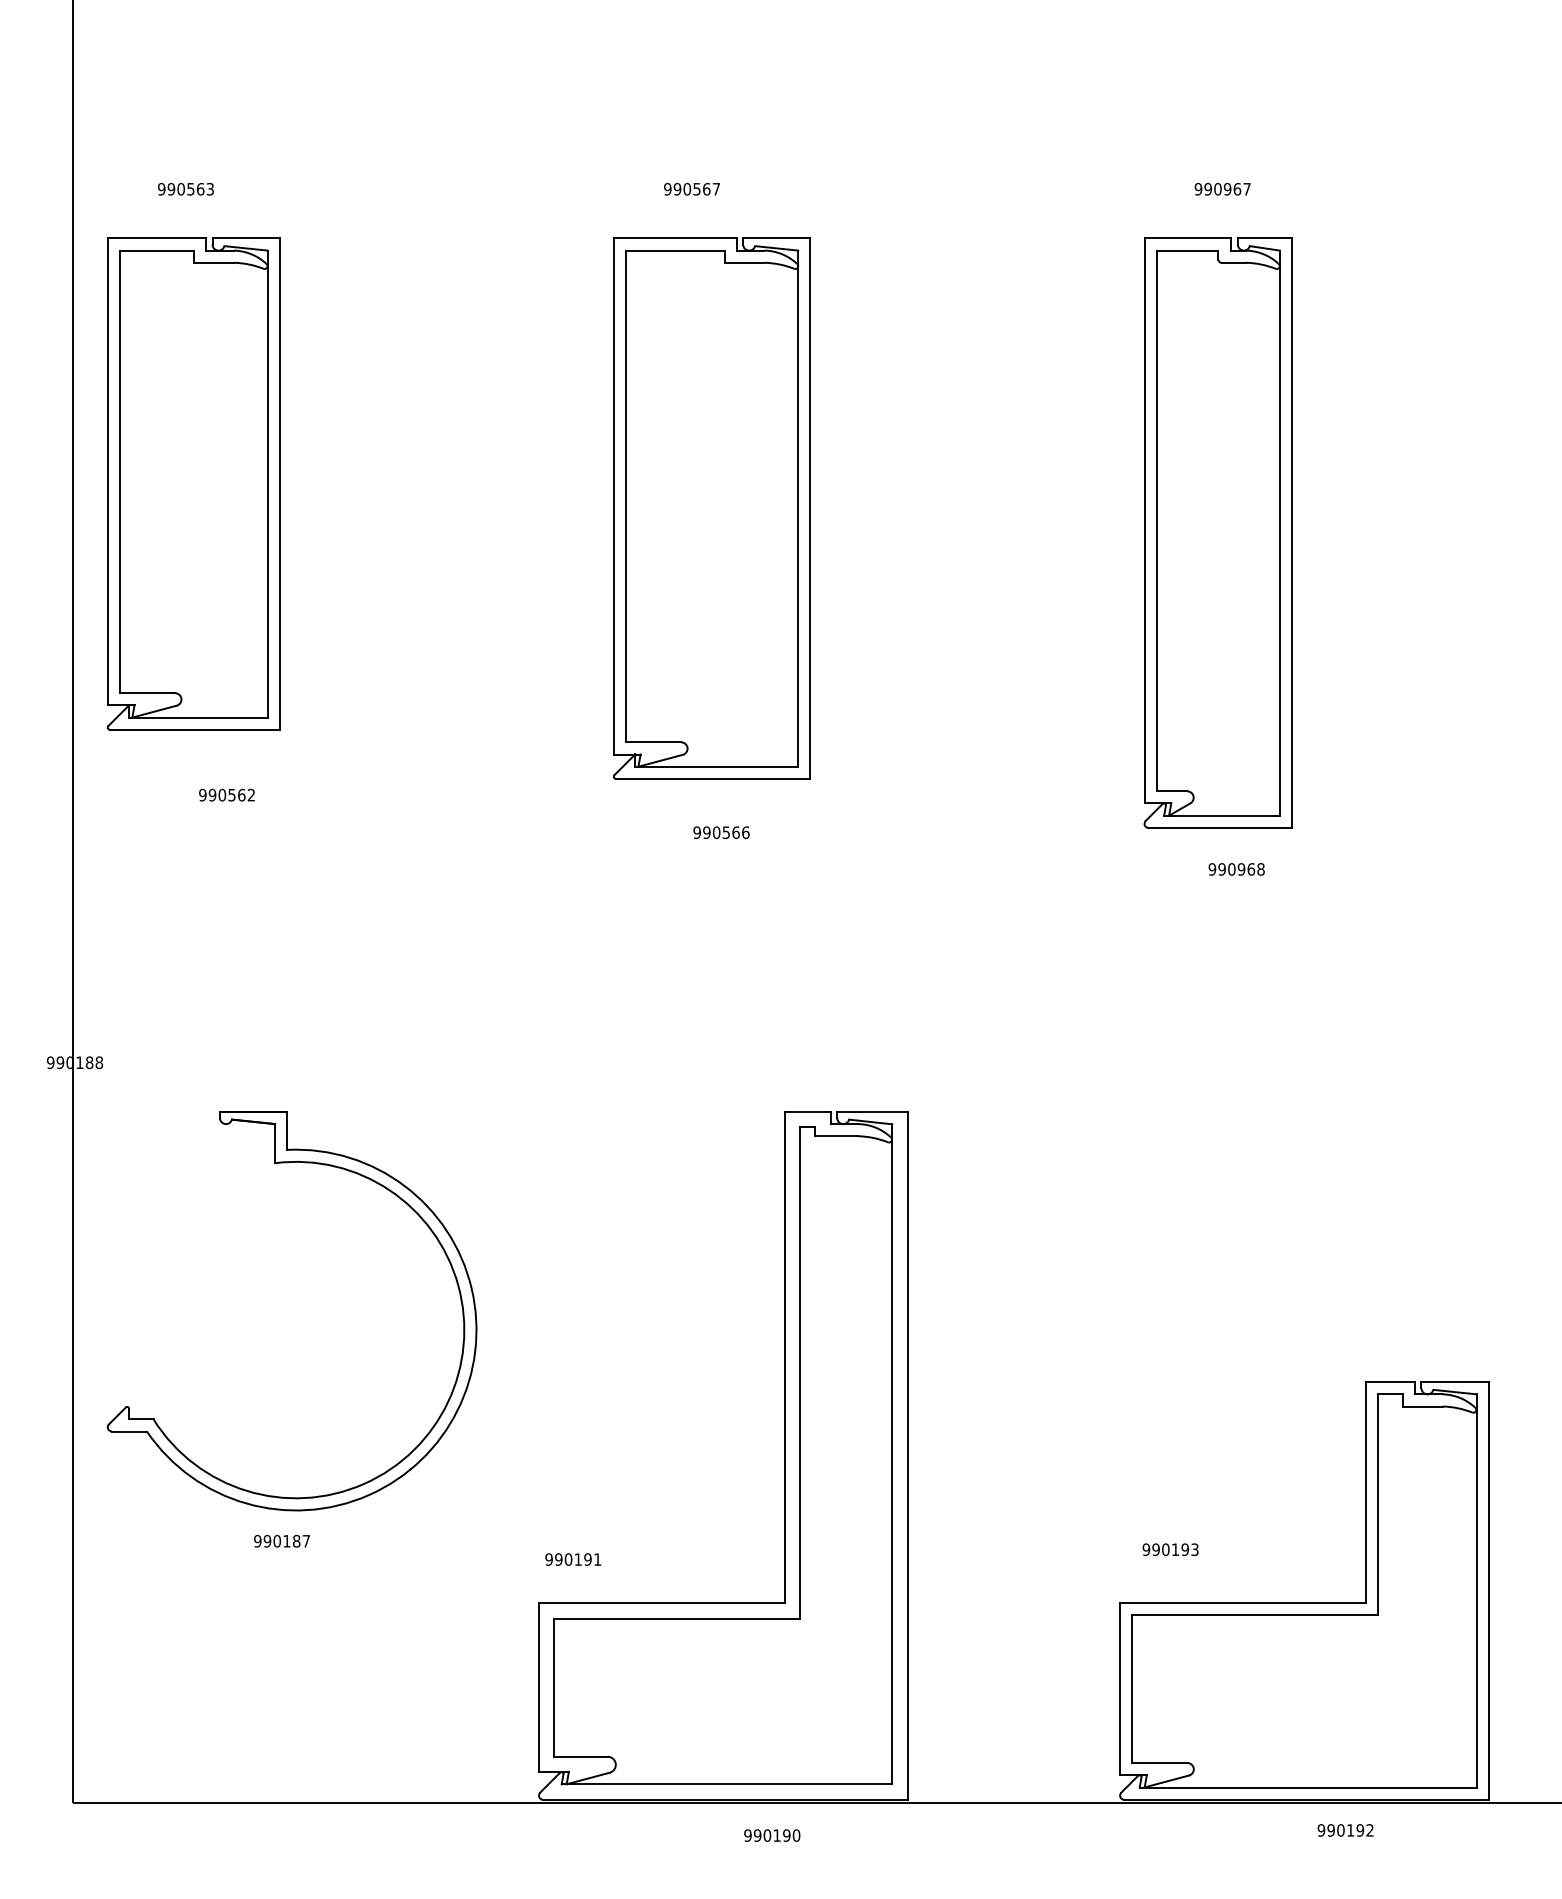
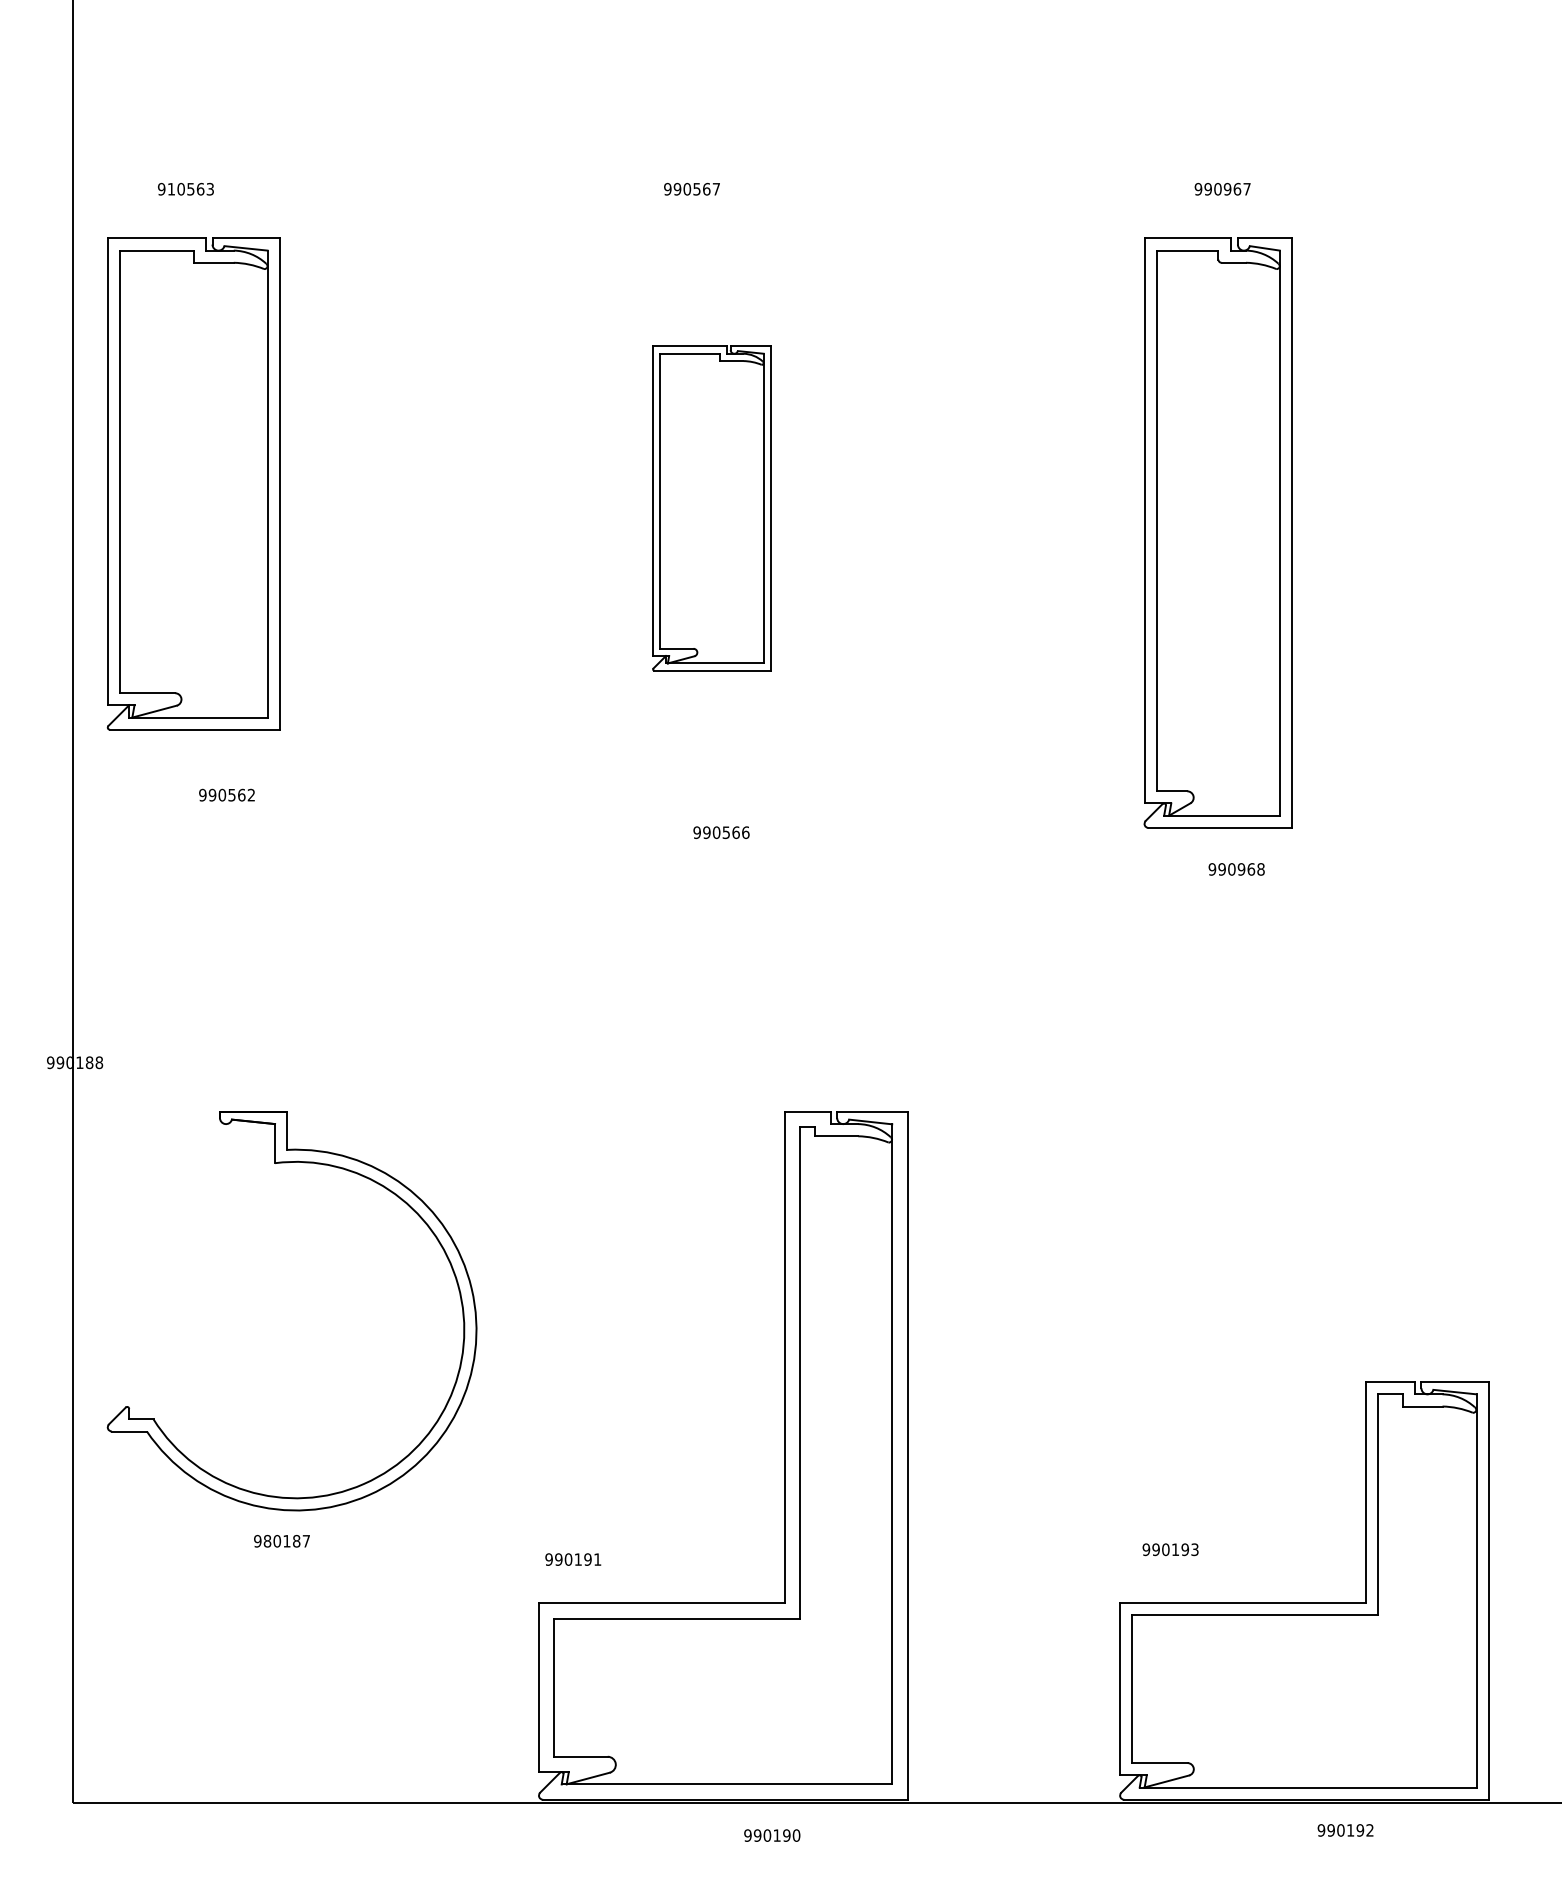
text at (171, 188): 990563 -> 910563
part at (711, 508) size: 198x543 px -> 120x327 px
text at (267, 1541): 990187 -> 980187
